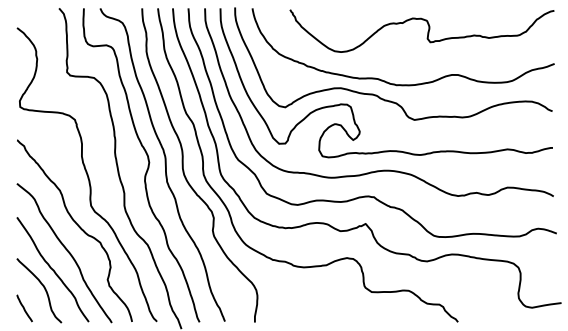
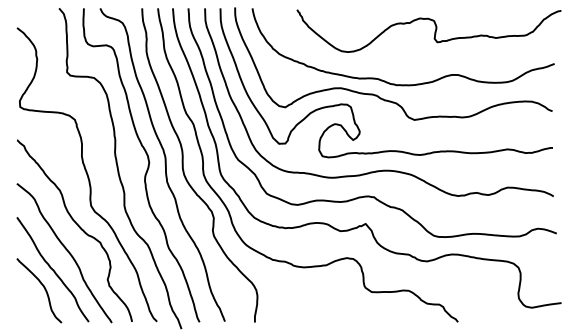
curve at (427, 31) position: (427, 31) -> (434, 31)
line at (24, 308): present -> none
